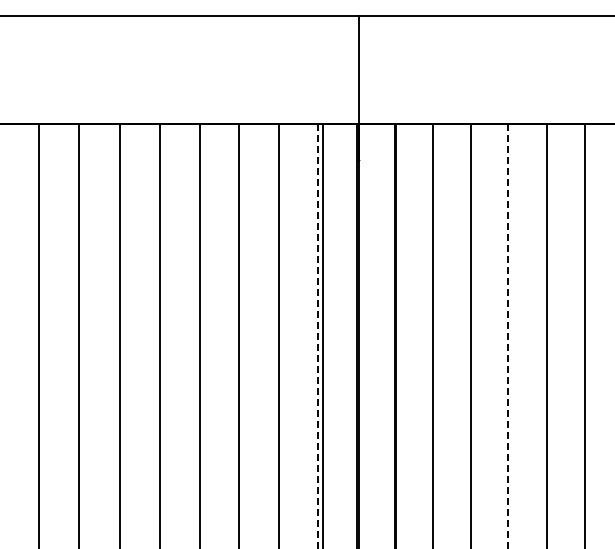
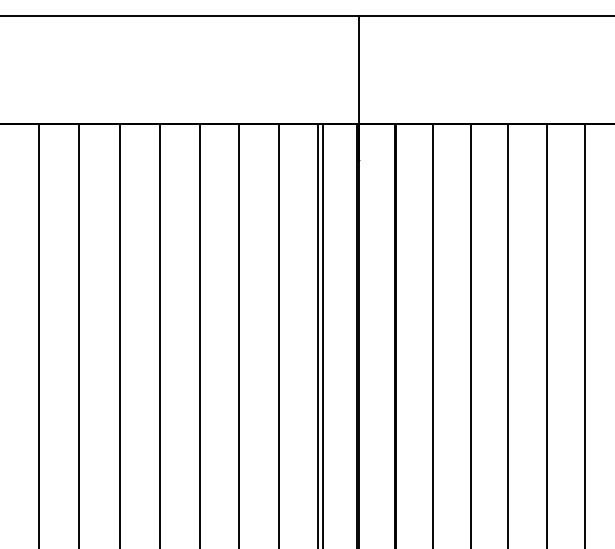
line at (317, 336): dashed -> solid
line at (508, 336): dashed -> solid
